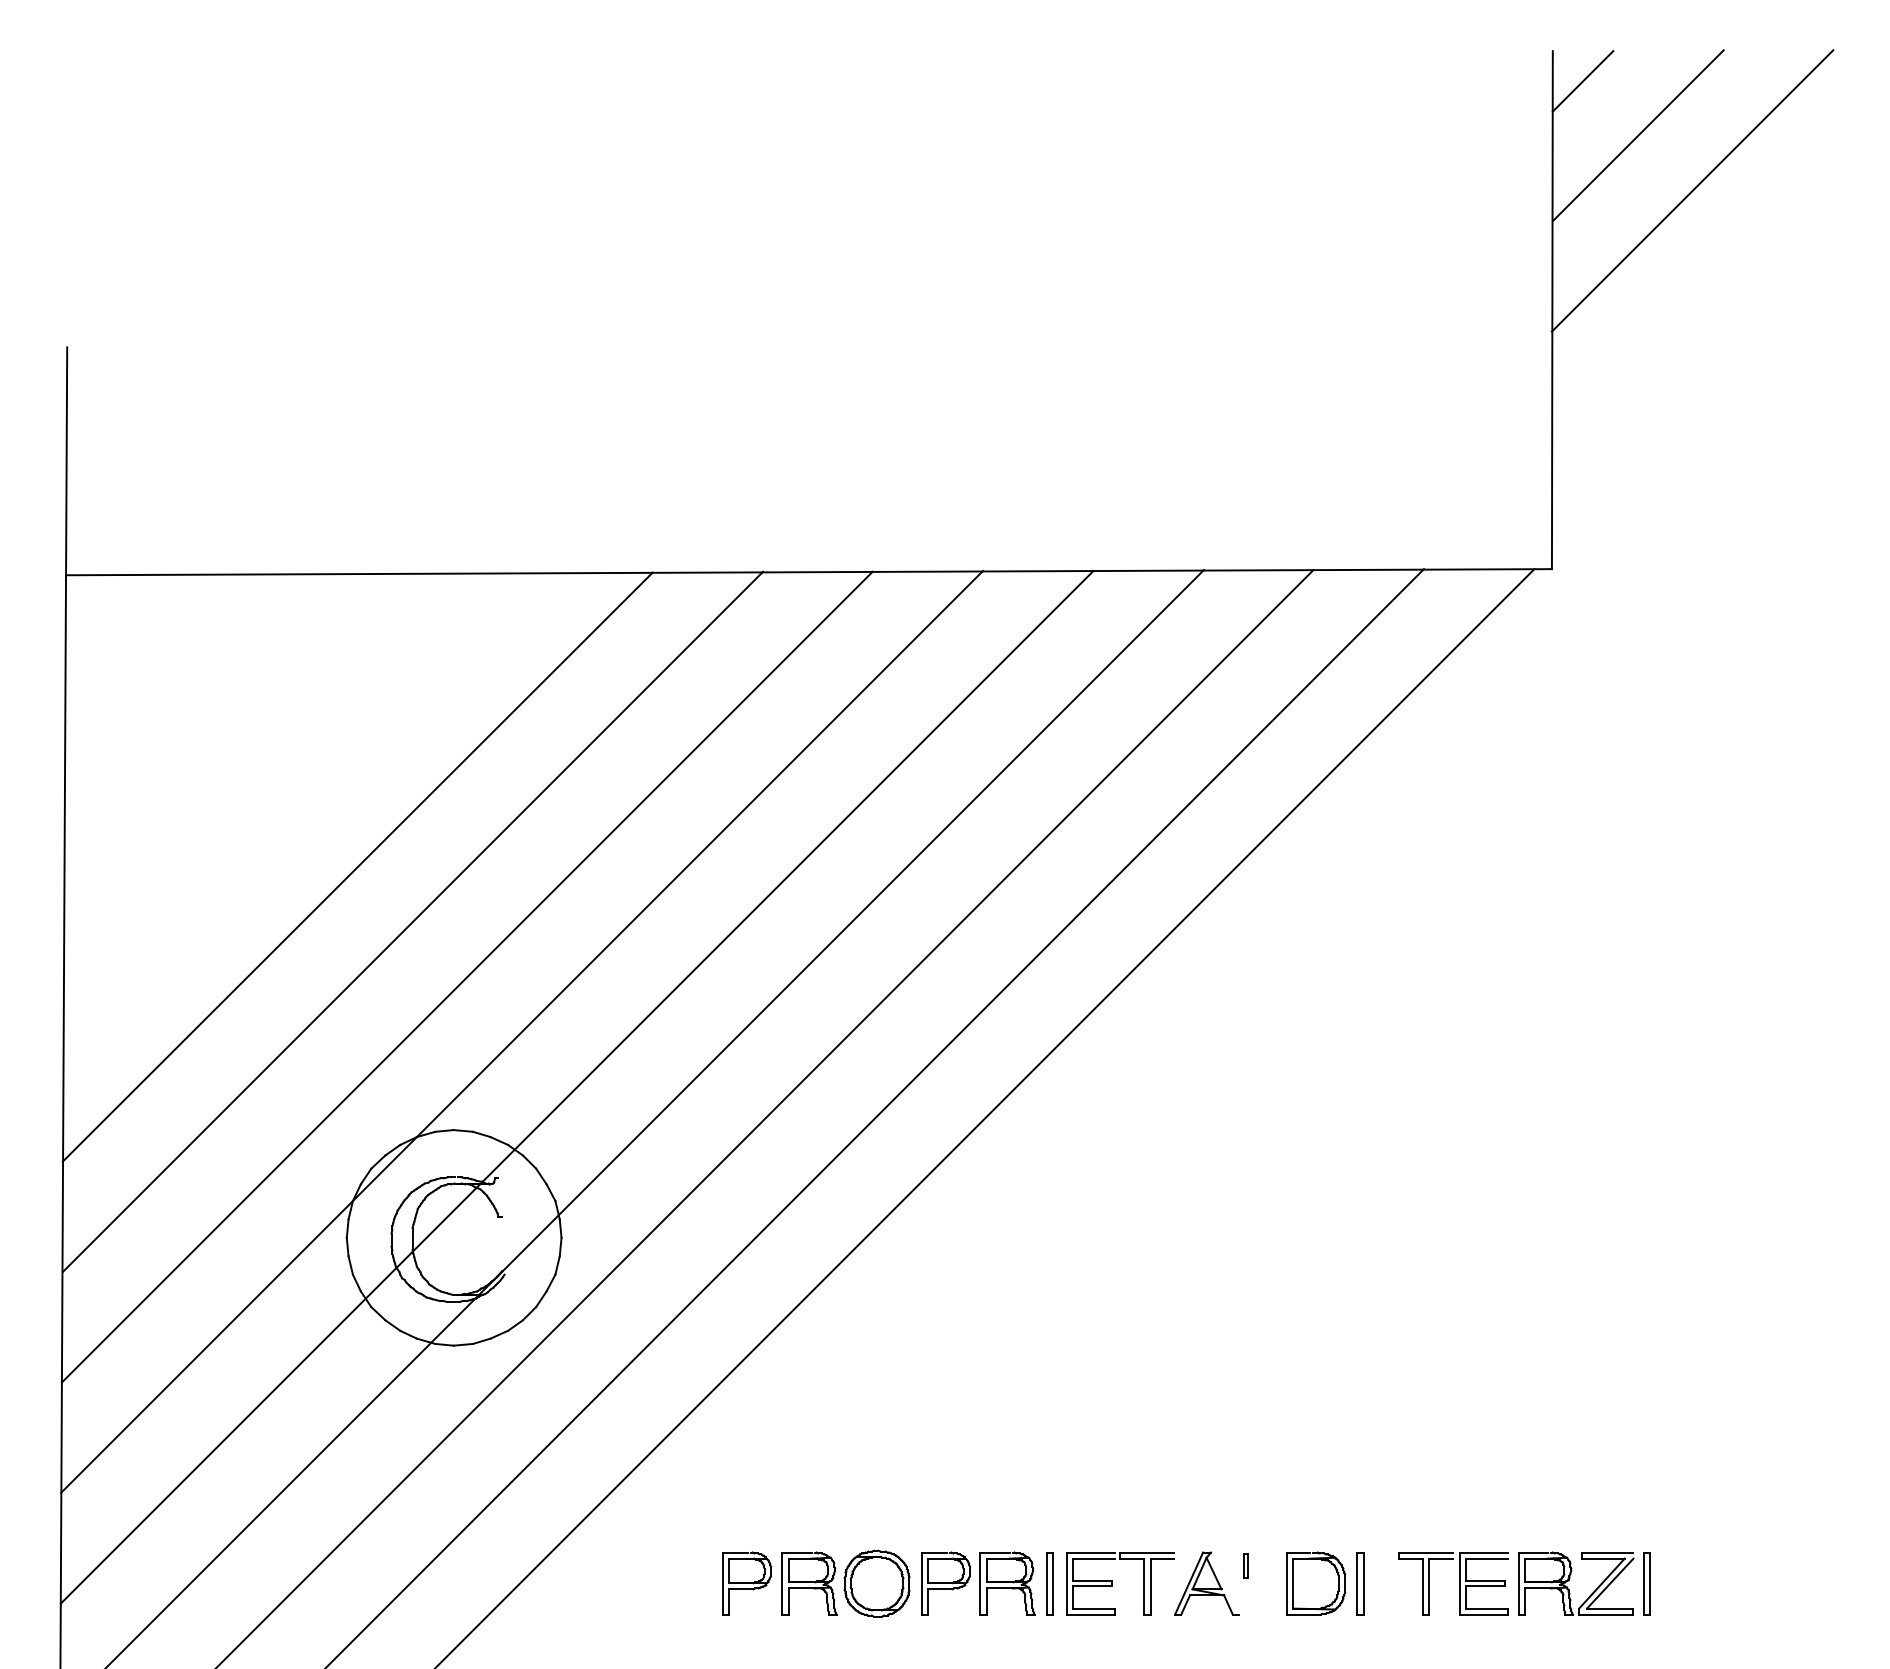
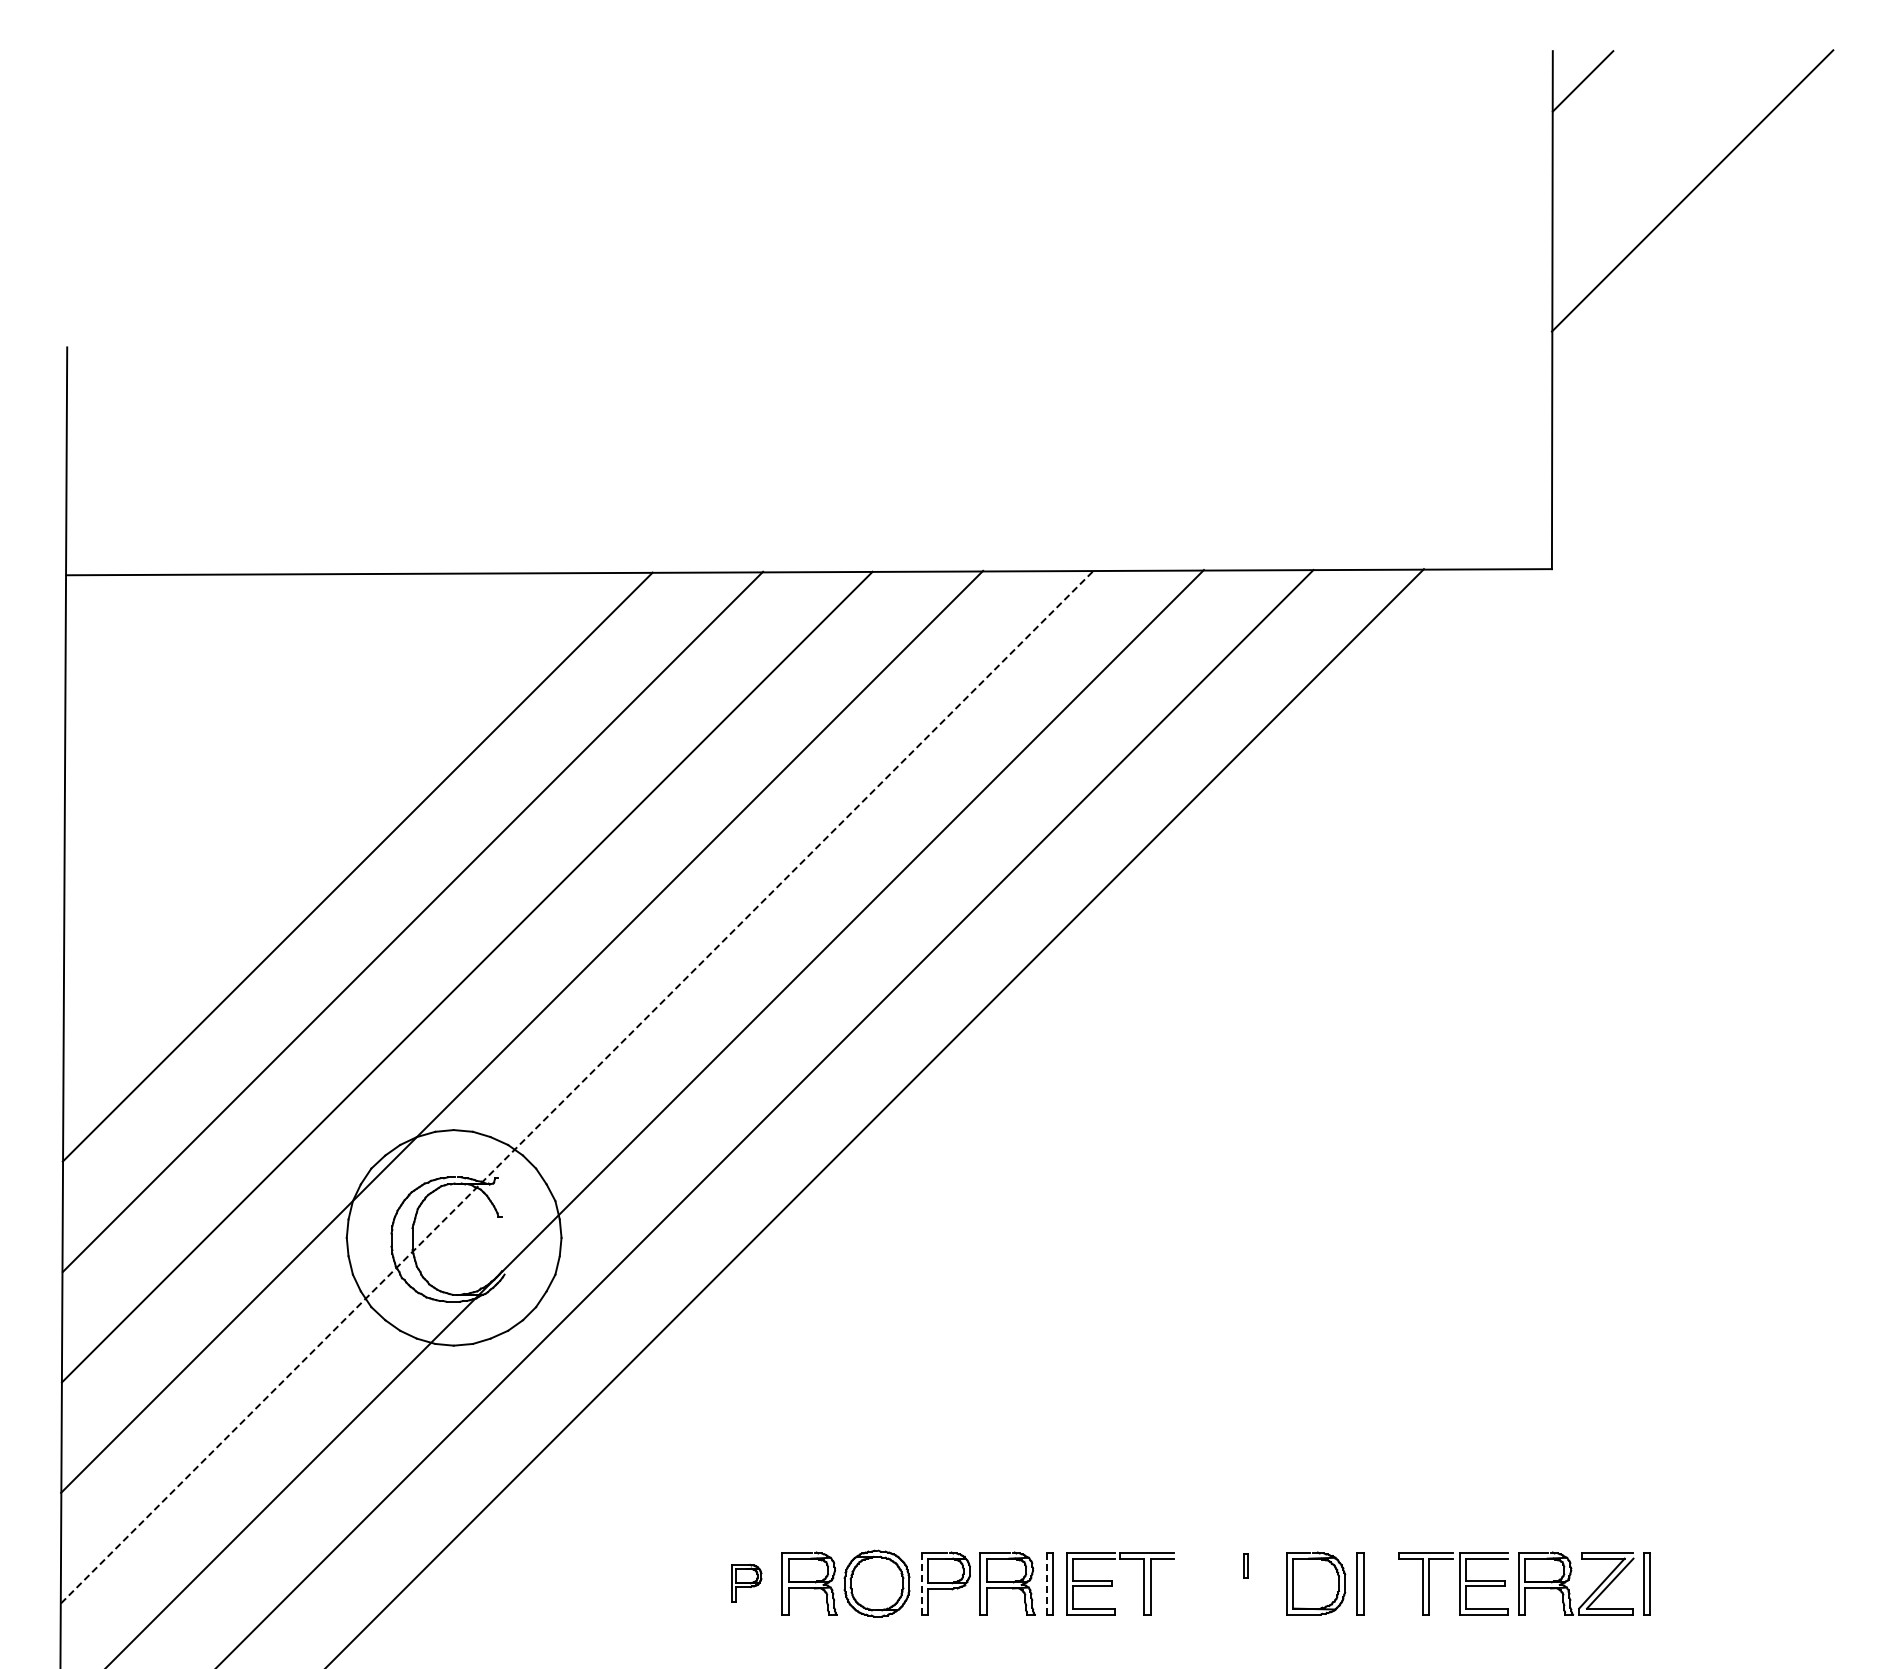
line at (1637, 135): present -> none
line at (577, 1086): solid -> dashed
line at (986, 1117): present -> none
part at (746, 1583) size: 50x65 px -> 32x39 px
part at (1206, 1583): present -> none
line at (921, 1584): solid -> dashed
line at (1047, 1584): solid -> dashed
